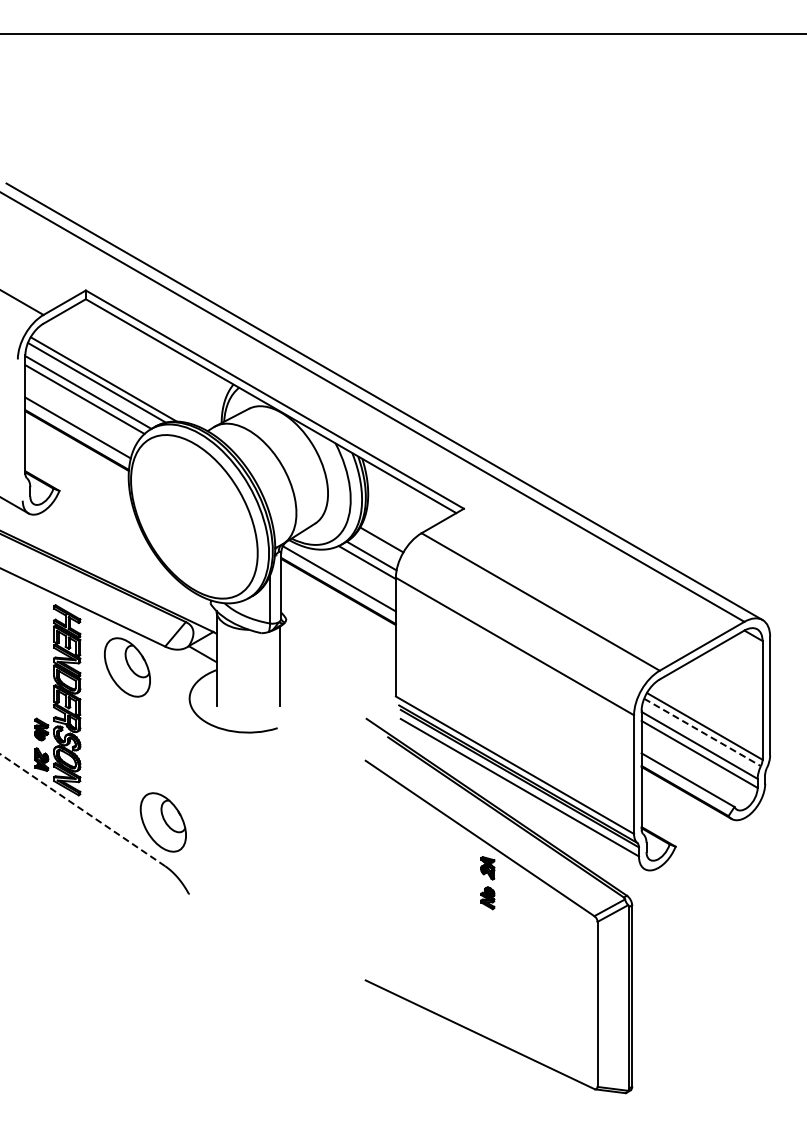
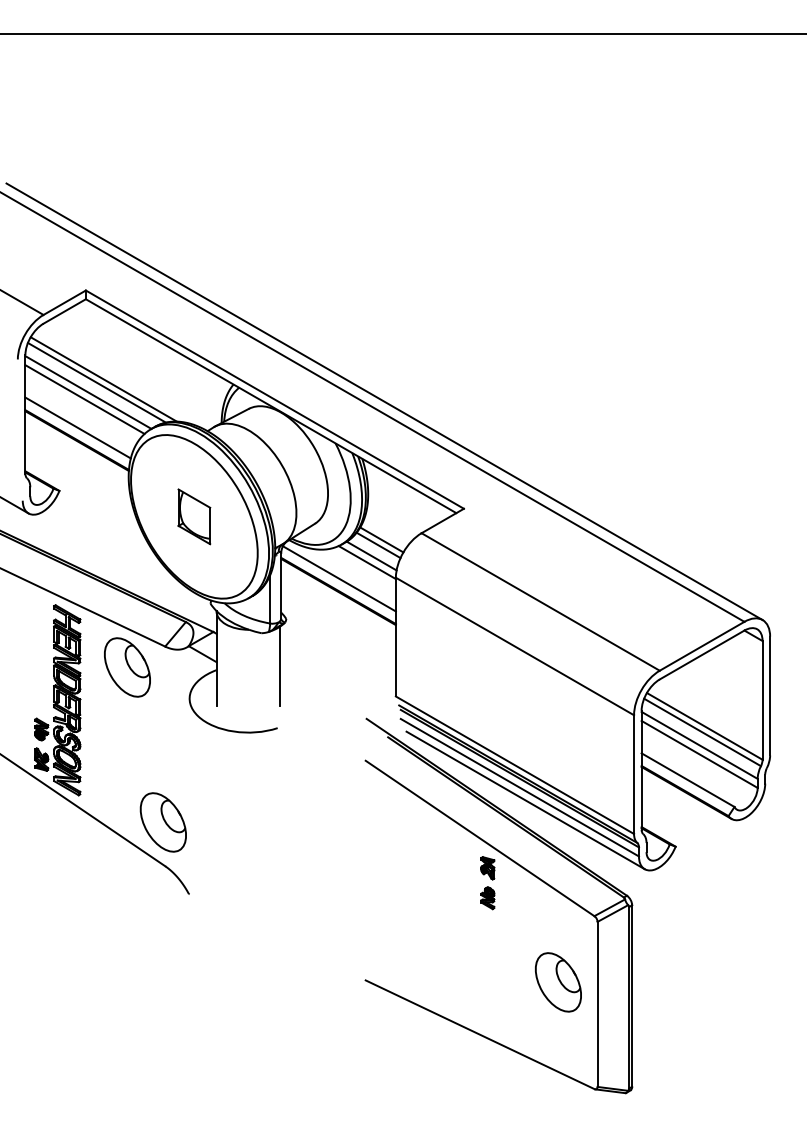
part at (194, 516): none -> present
line at (378, 545): none -> present
line at (702, 732): dashed -> solid
line at (525, 800): none -> present
line at (82, 810): dashed -> solid
part at (558, 982): none -> present
